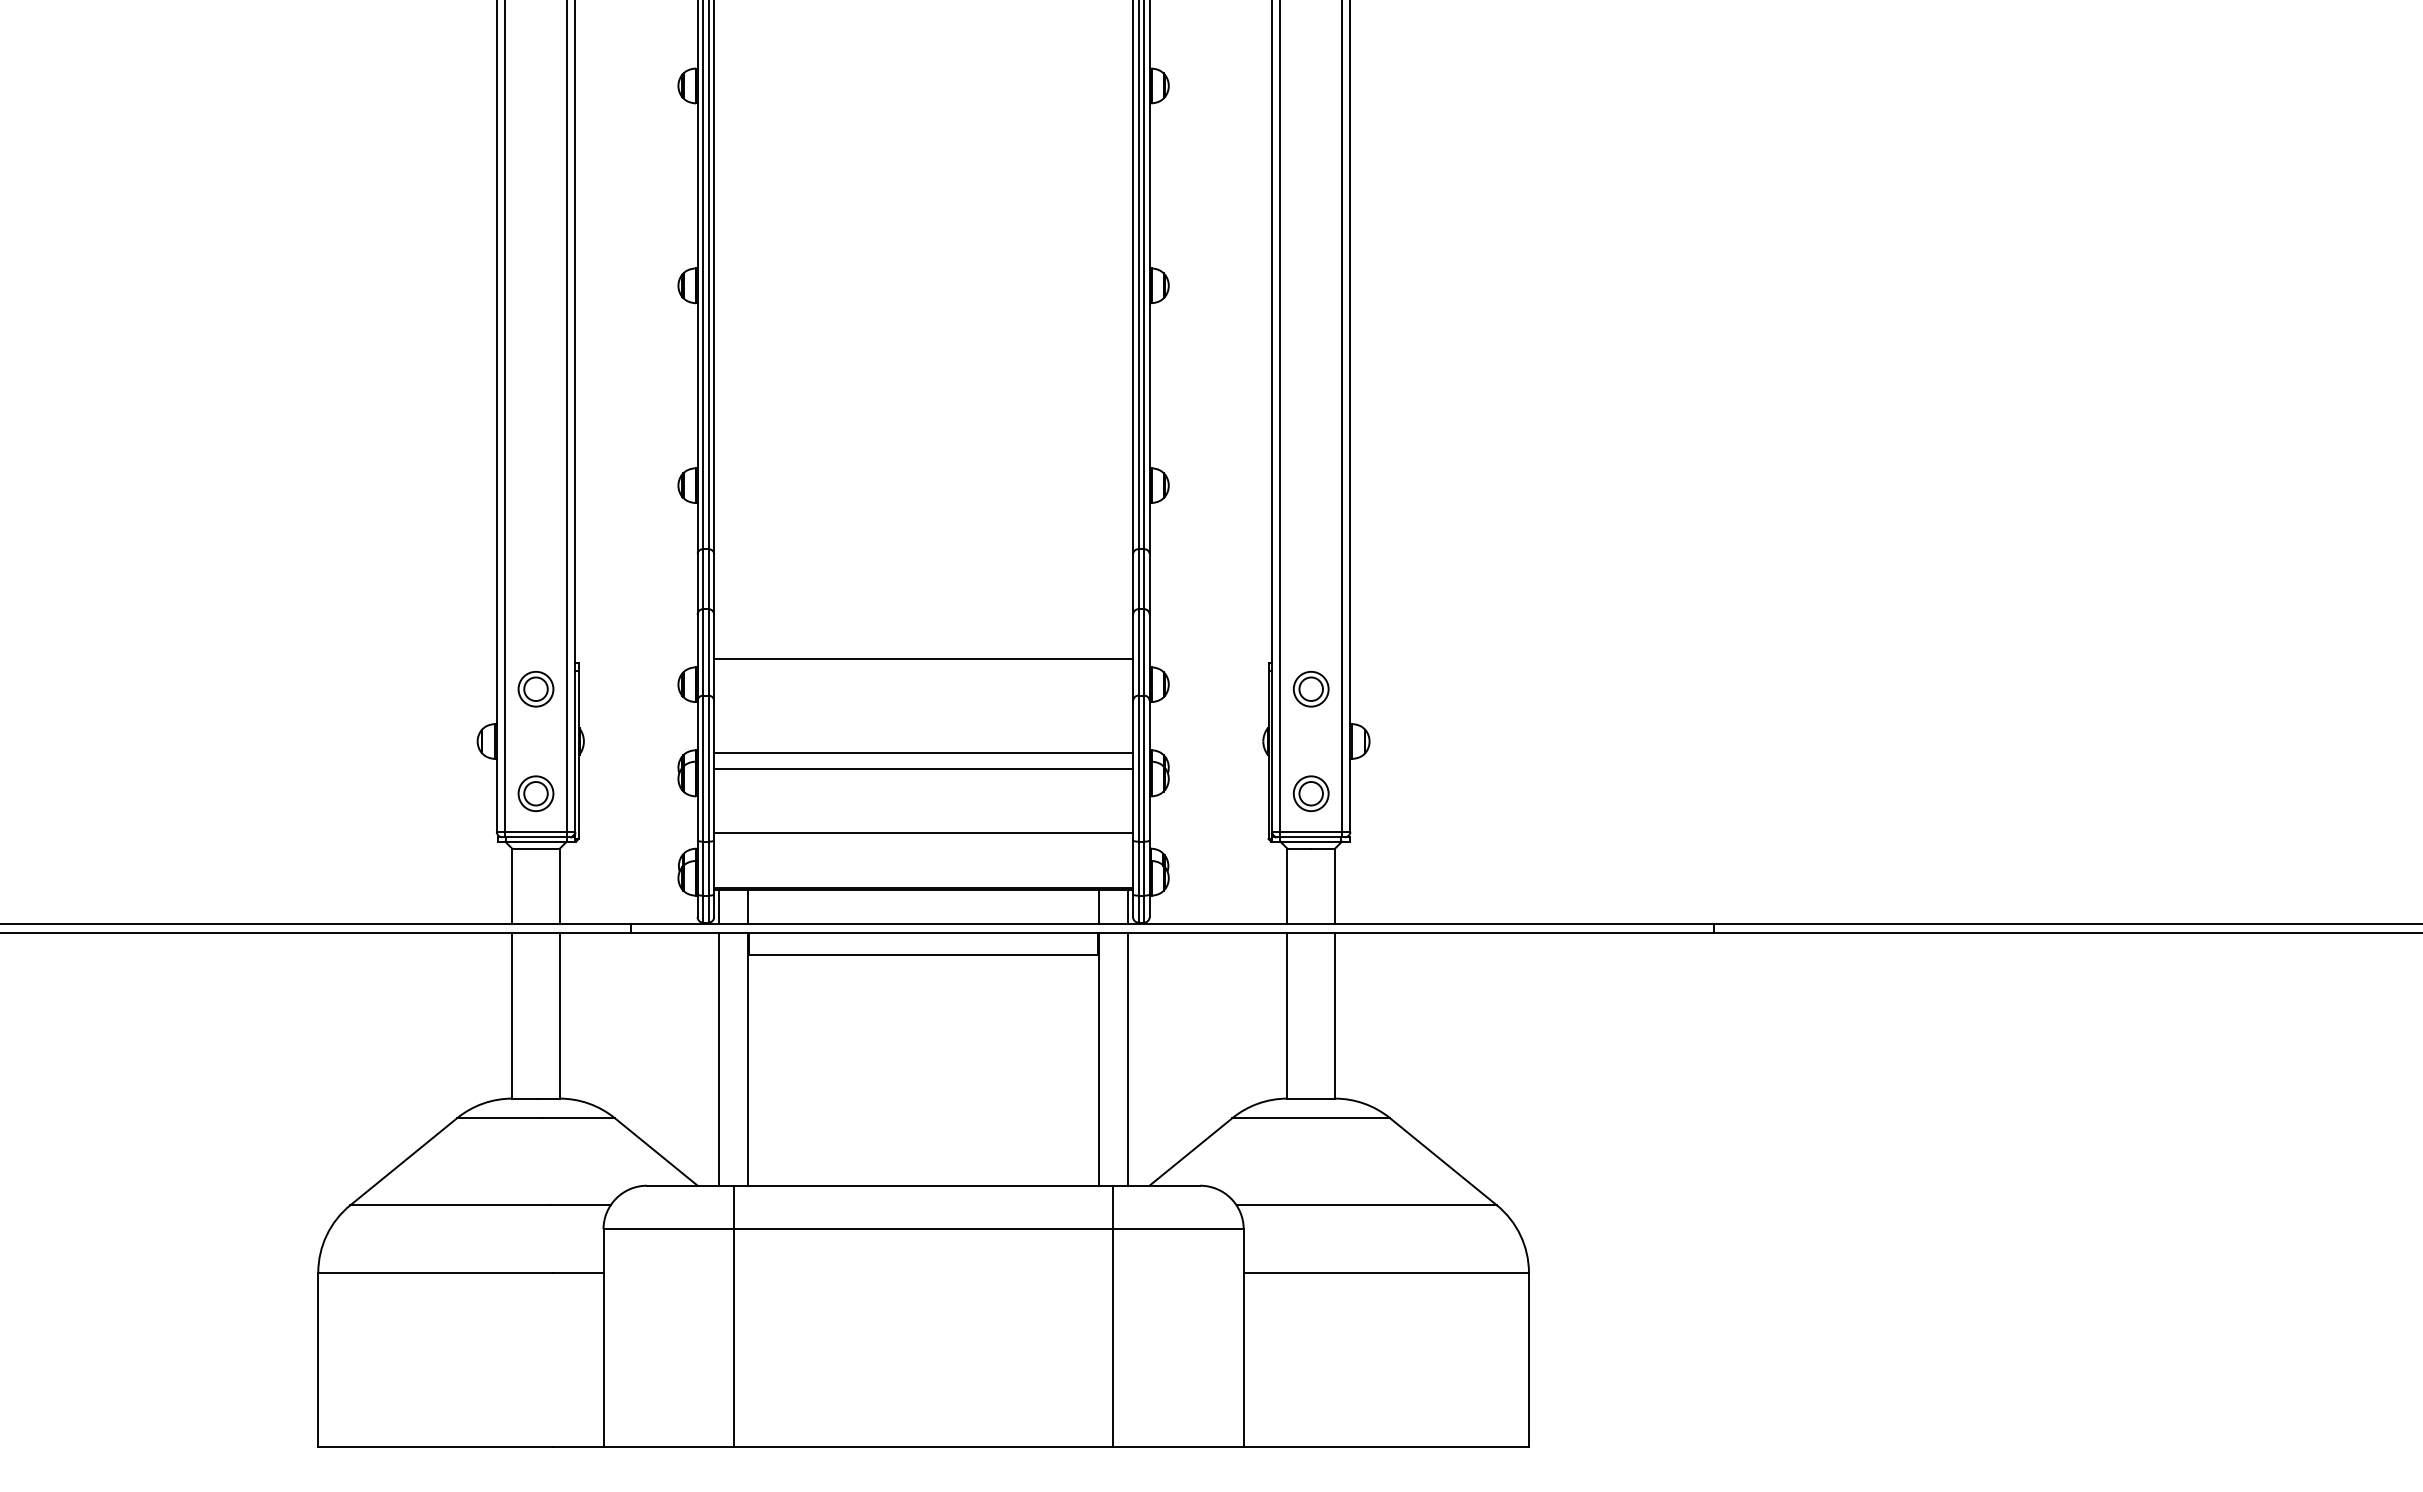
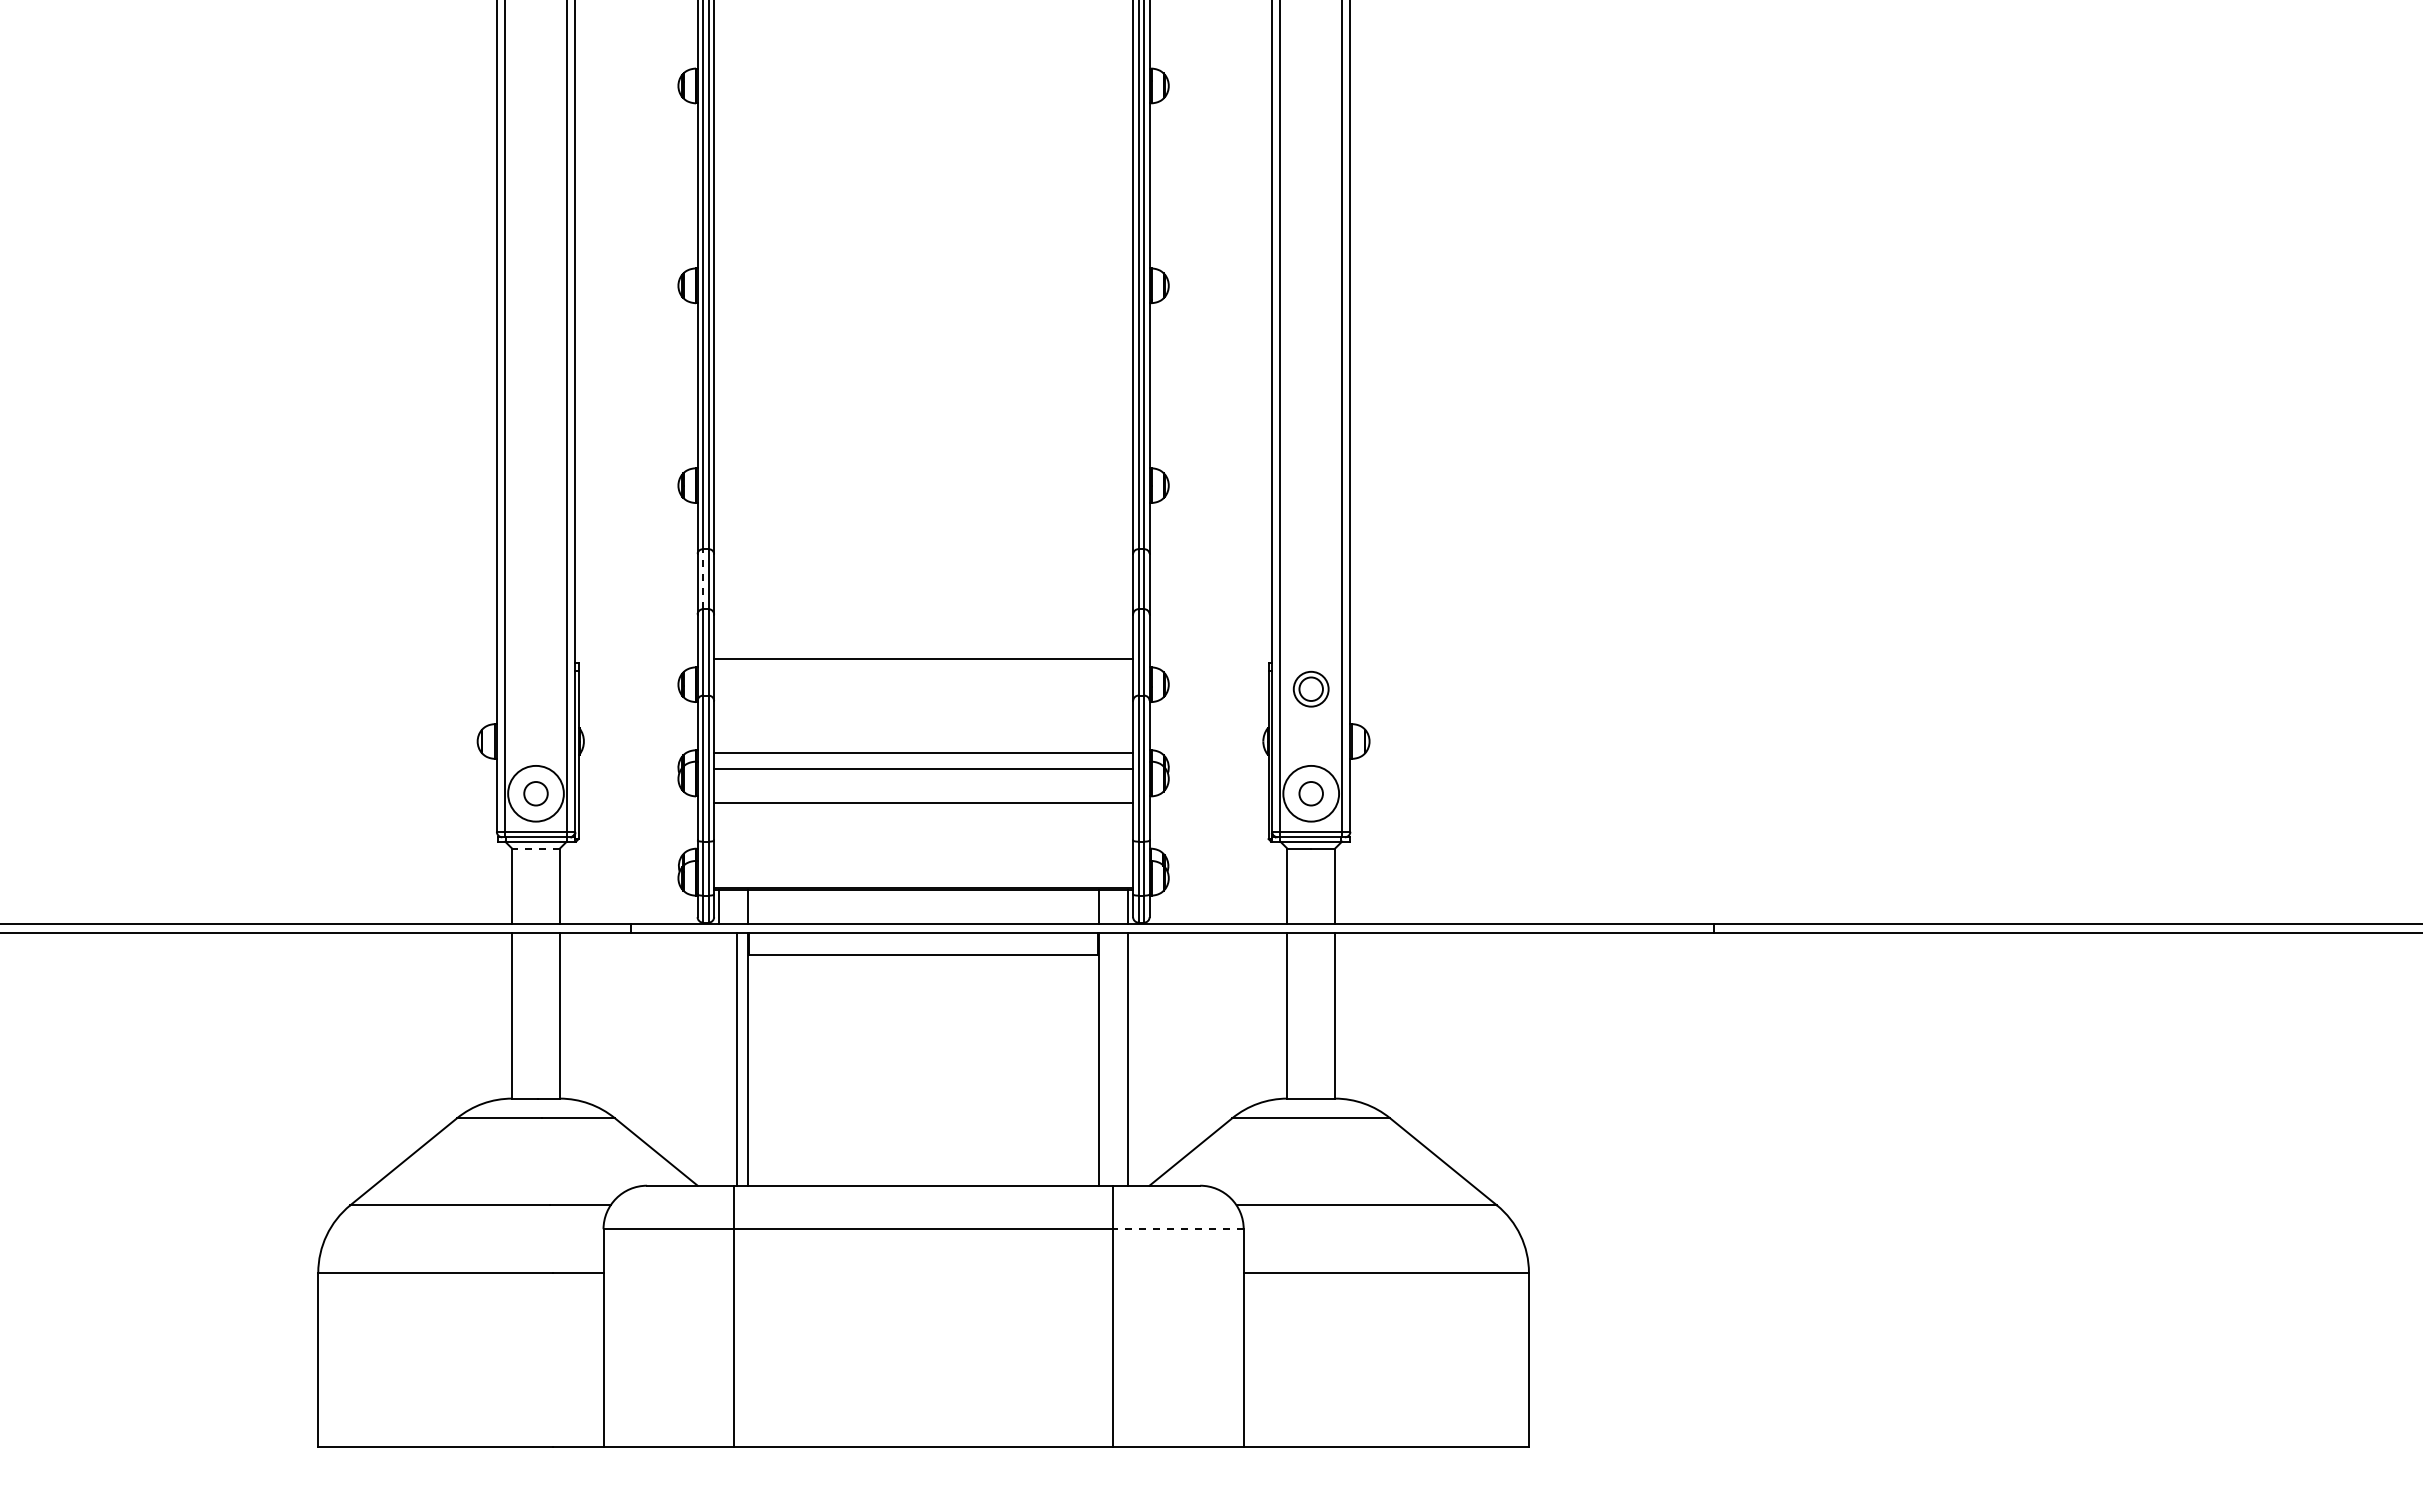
line at (703, 579): solid -> dashed
part at (535, 688): present -> none
circle at (535, 793) diameter: 35 px -> 56 px
circle at (1310, 793) diameter: 35 px -> 56 px
line at (923, 832) position: (923, 832) -> (923, 802)
line at (536, 848): solid -> dashed
line at (718, 1059) position: (718, 1059) -> (736, 1059)
line at (1177, 1229): solid -> dashed
